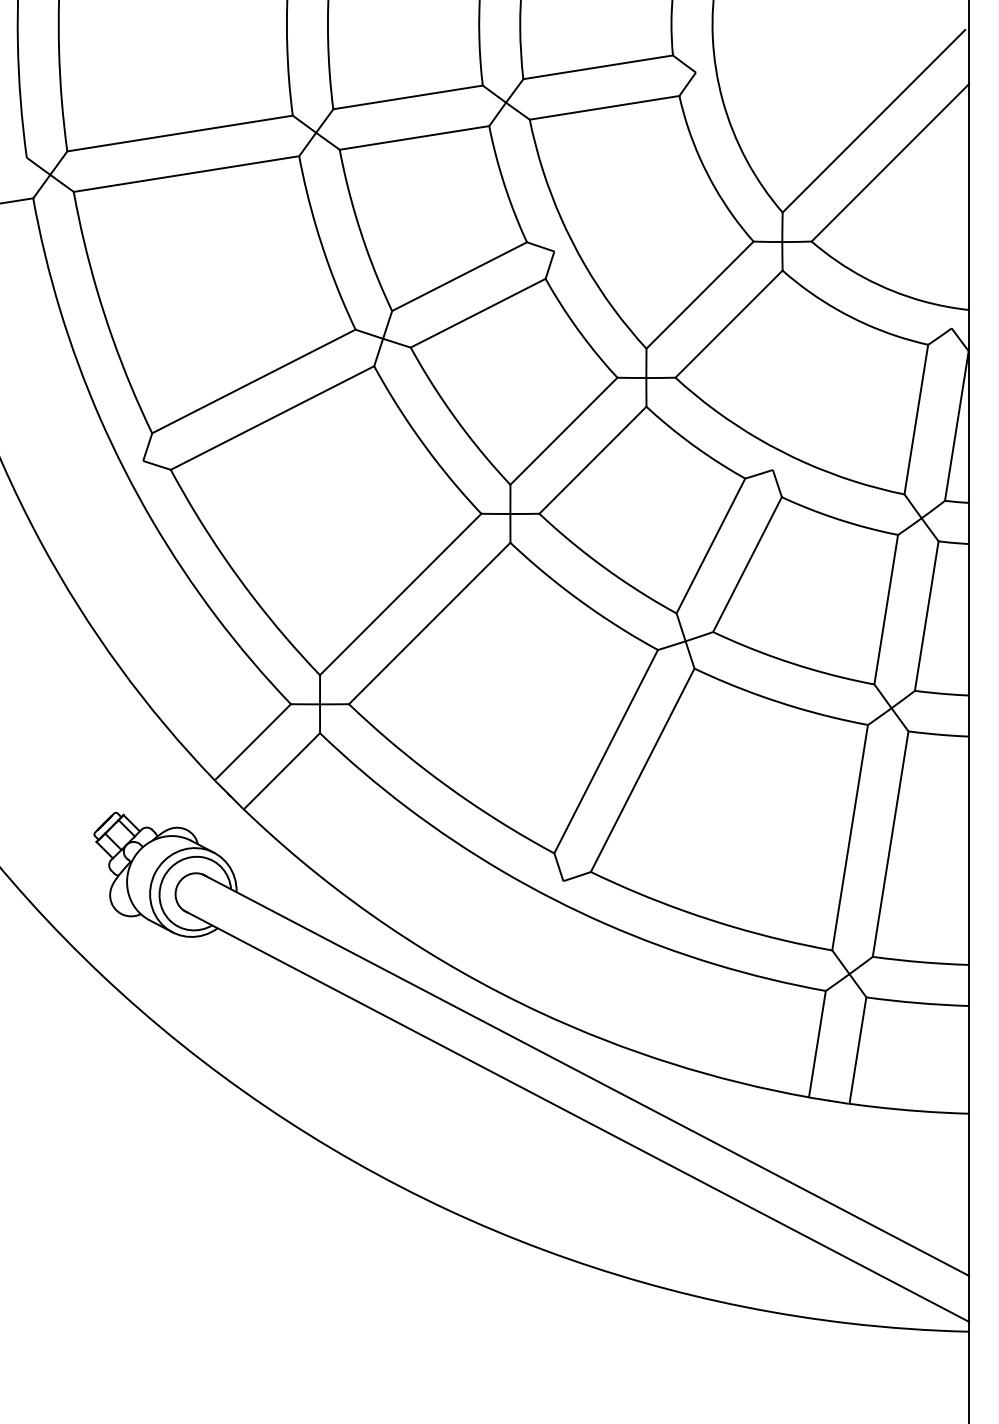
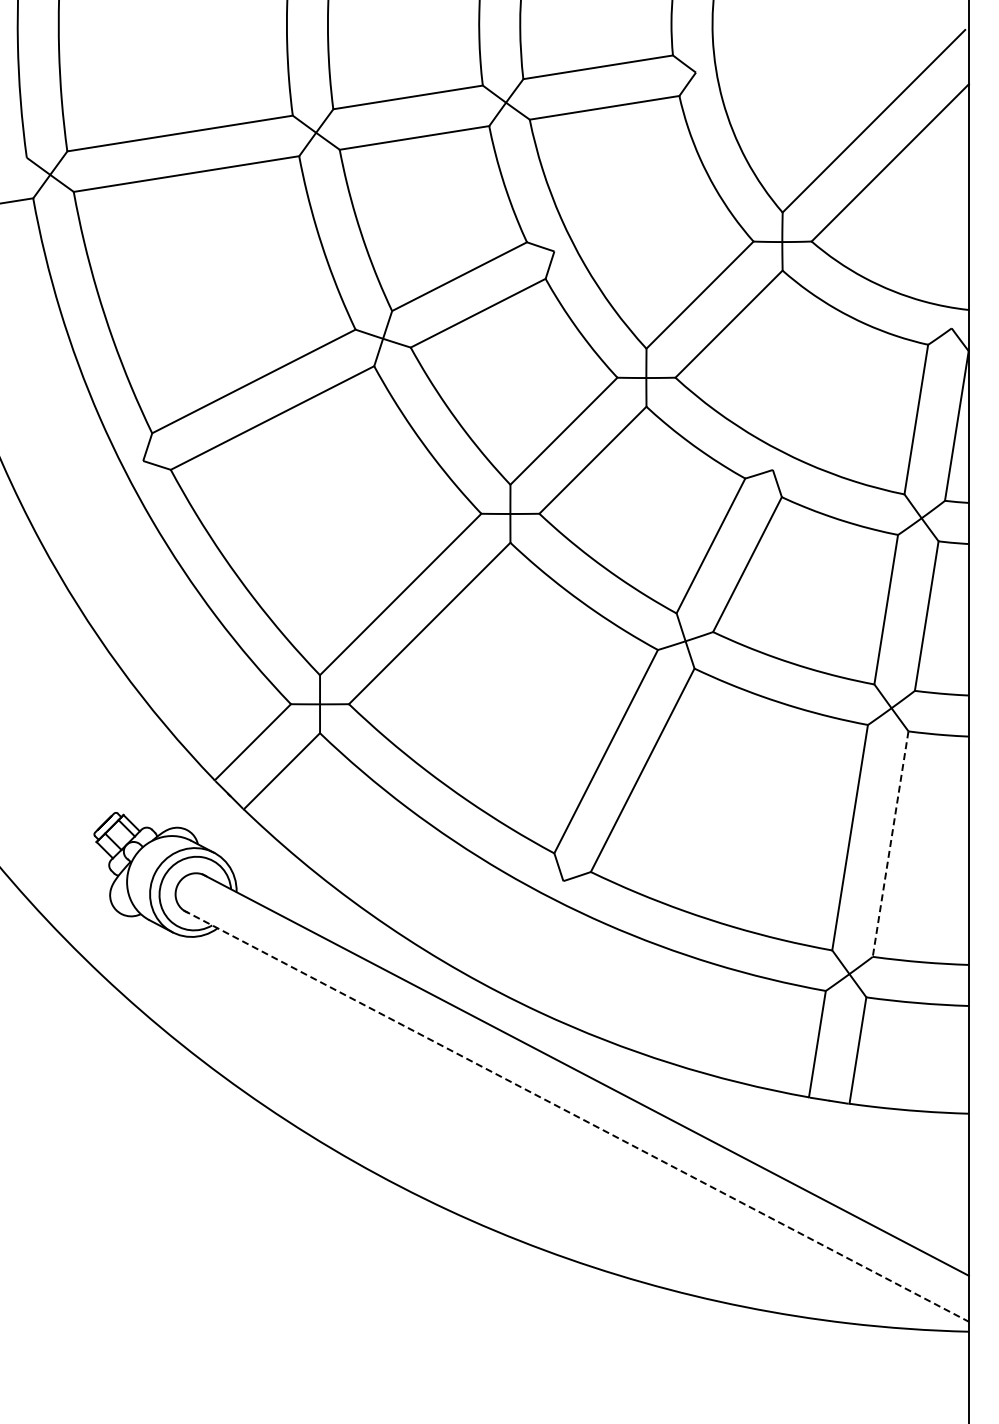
line at (890, 844): solid -> dashed
line at (576, 1116): solid -> dashed
